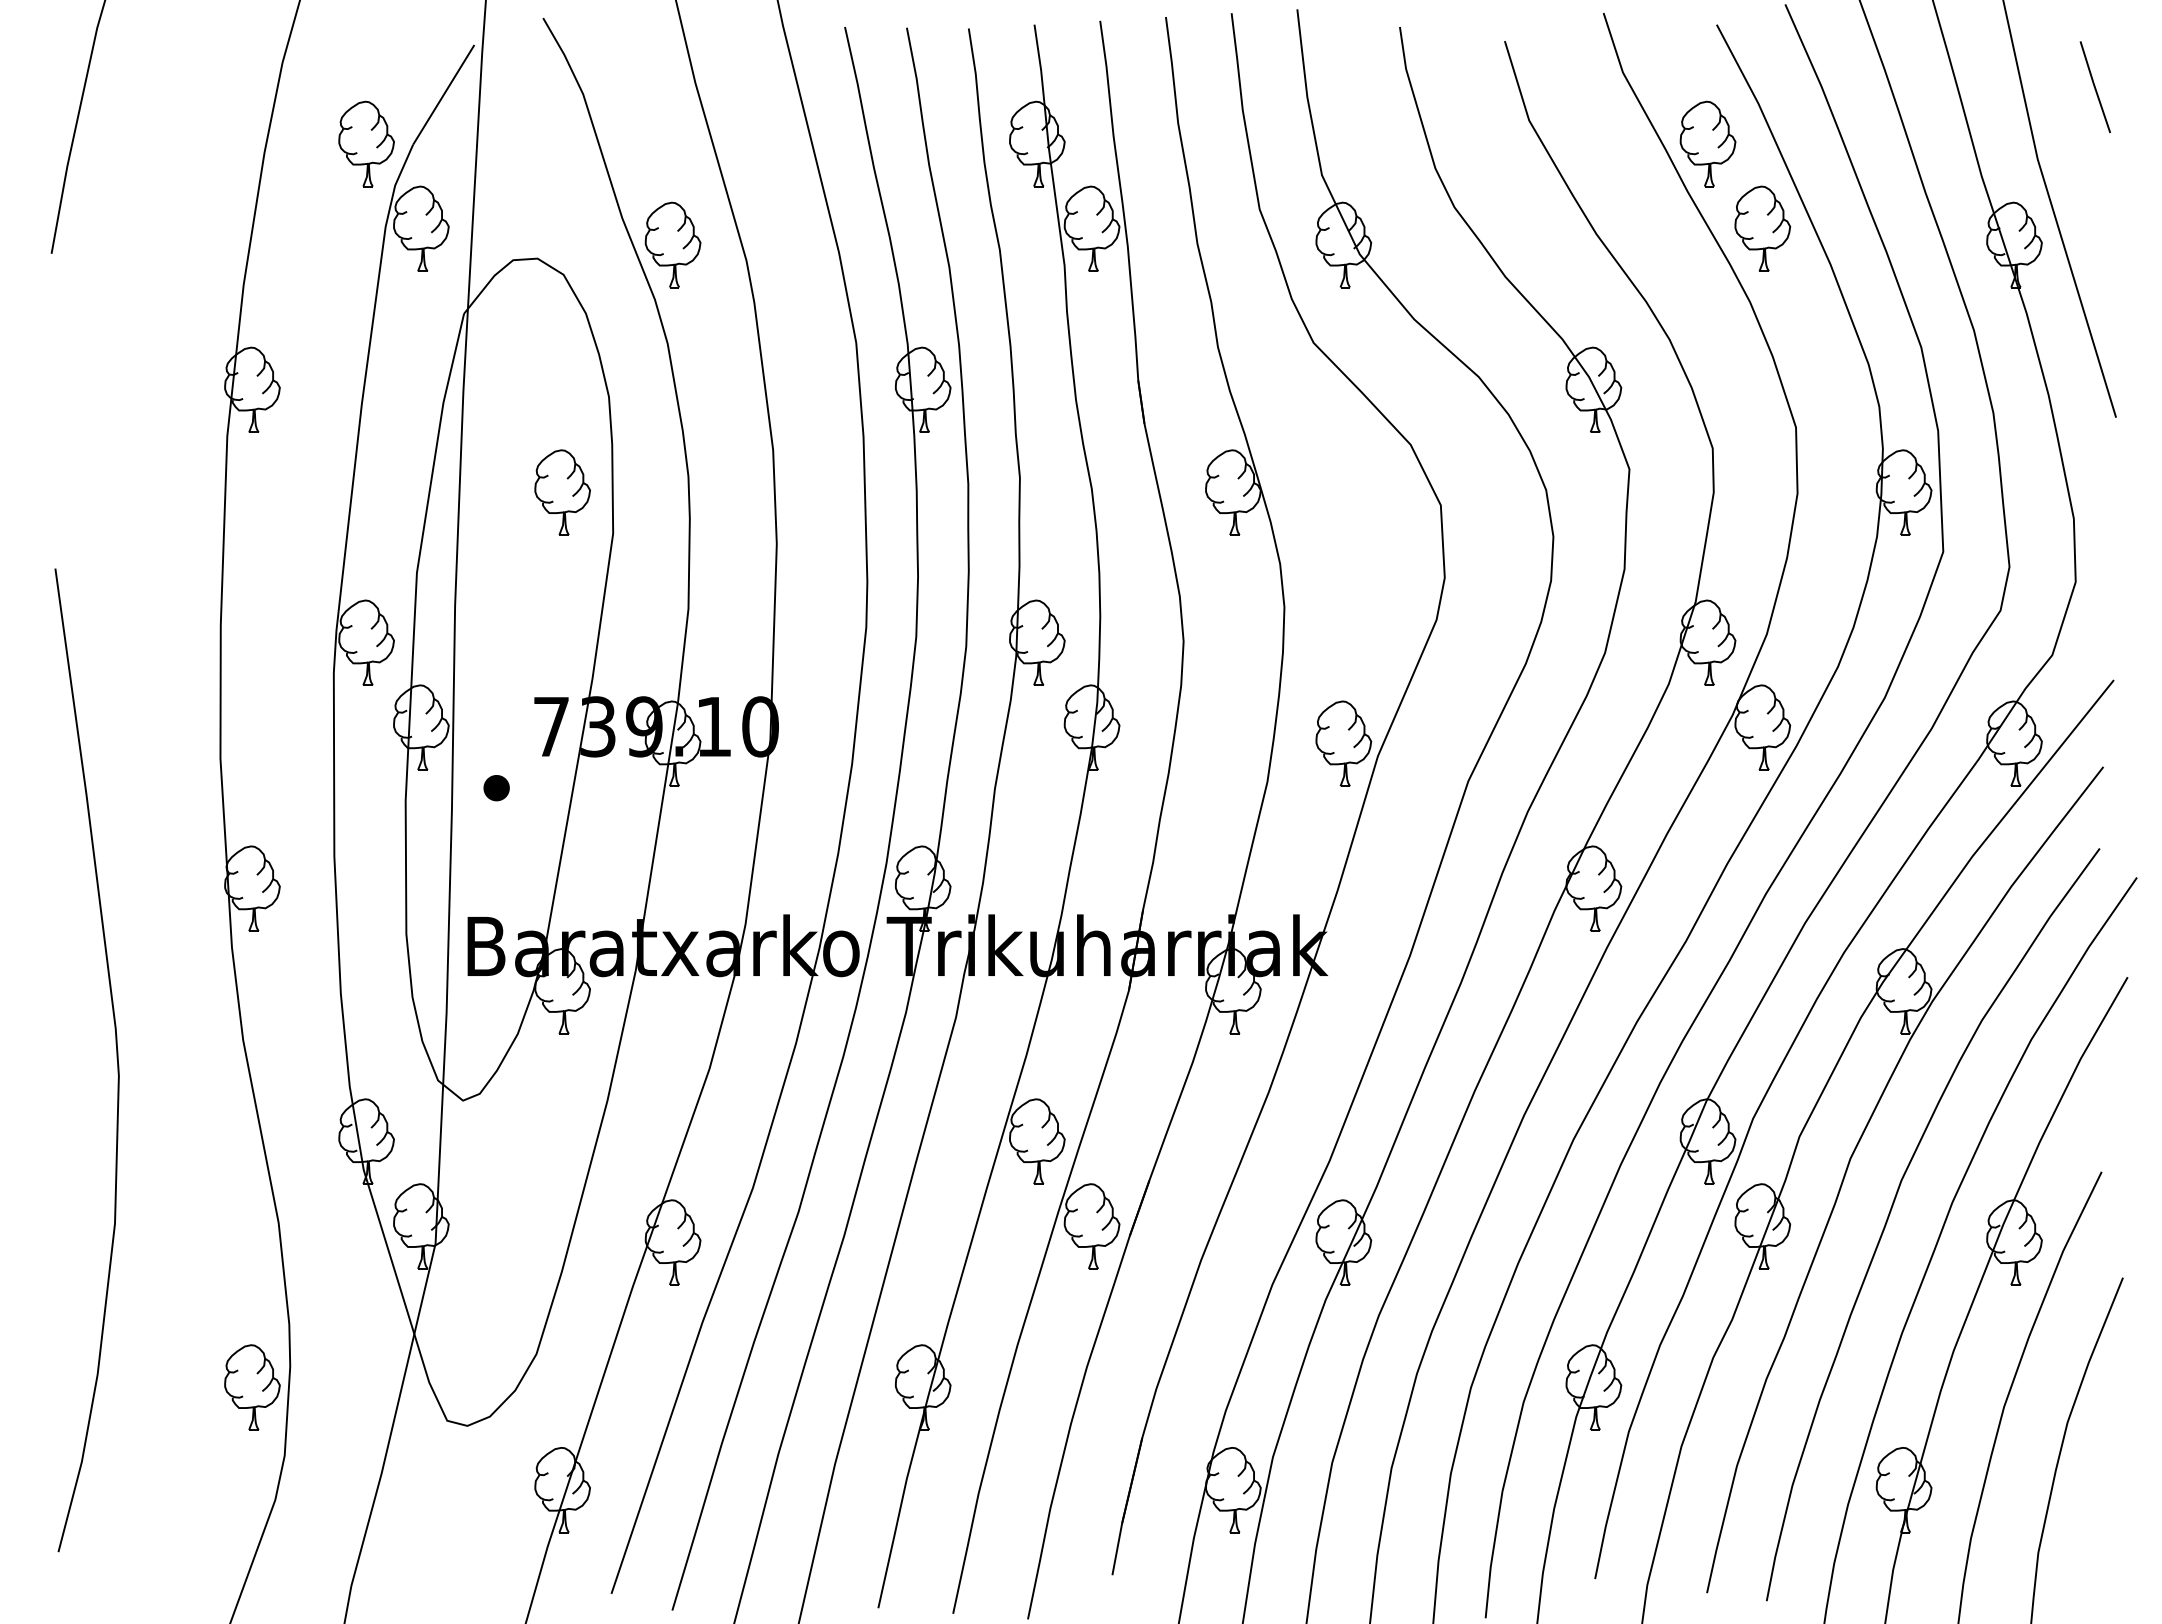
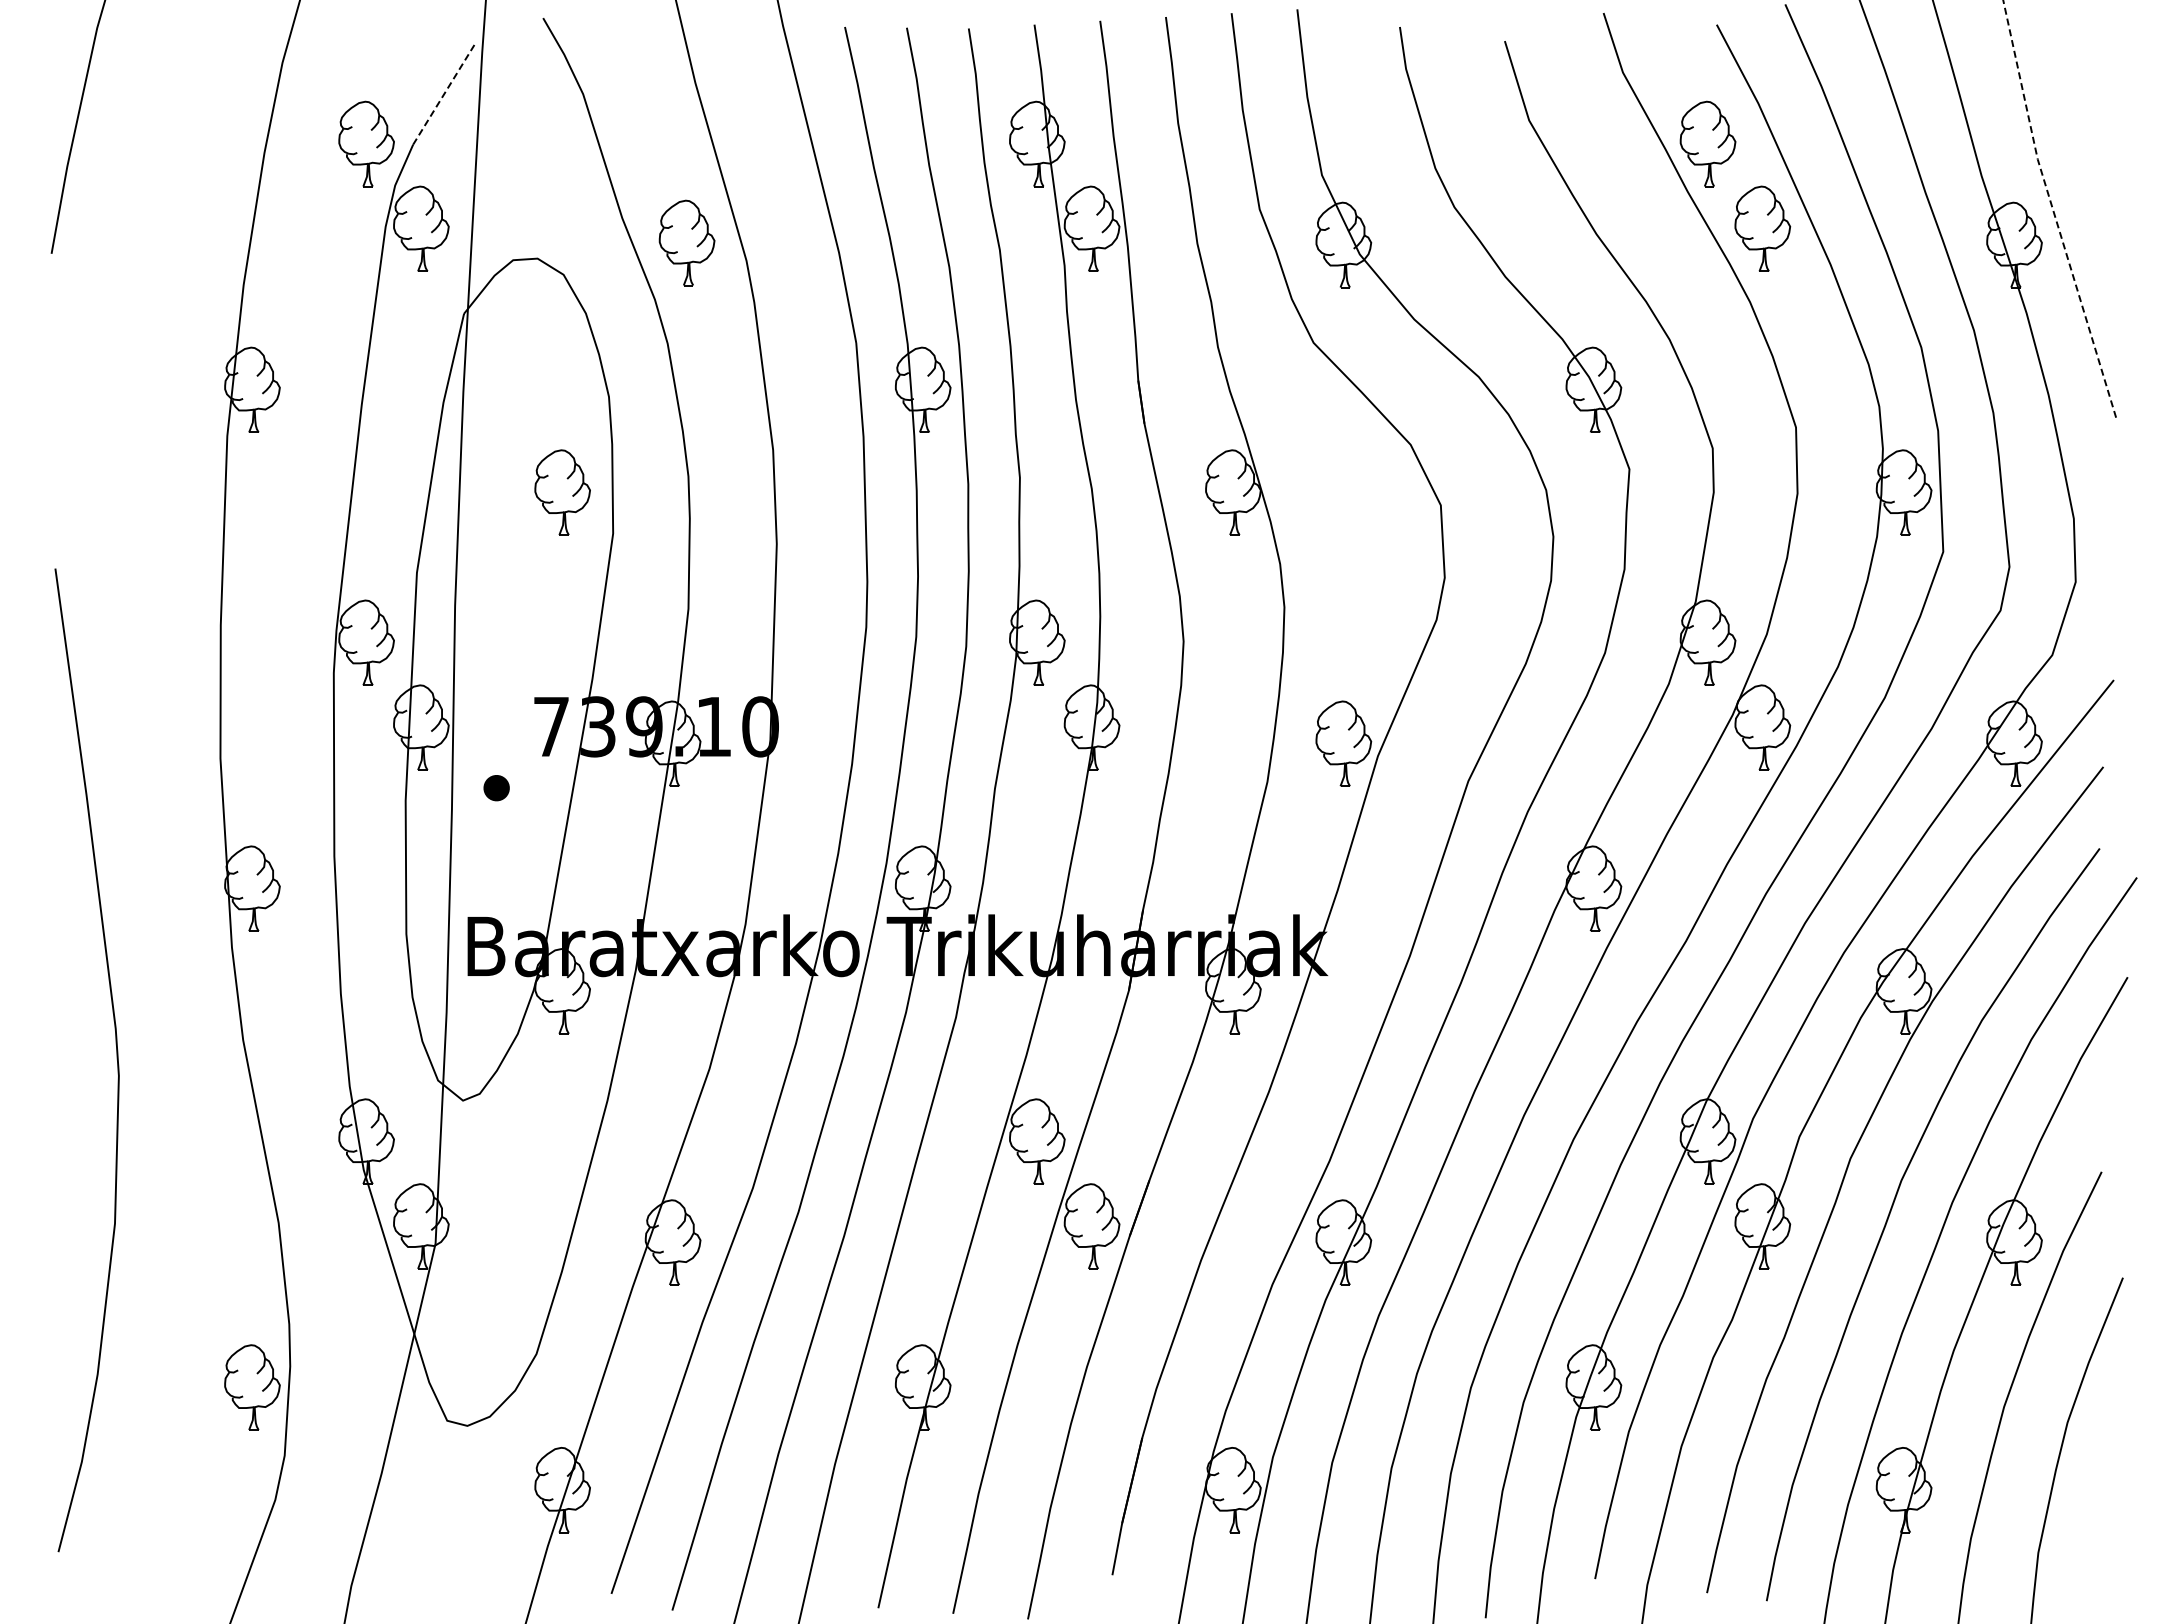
line at (2094, 87): present -> none
line at (443, 94): solid -> dashed
line at (2053, 210): solid -> dashed
part at (672, 244) position: (672, 244) -> (686, 242)
